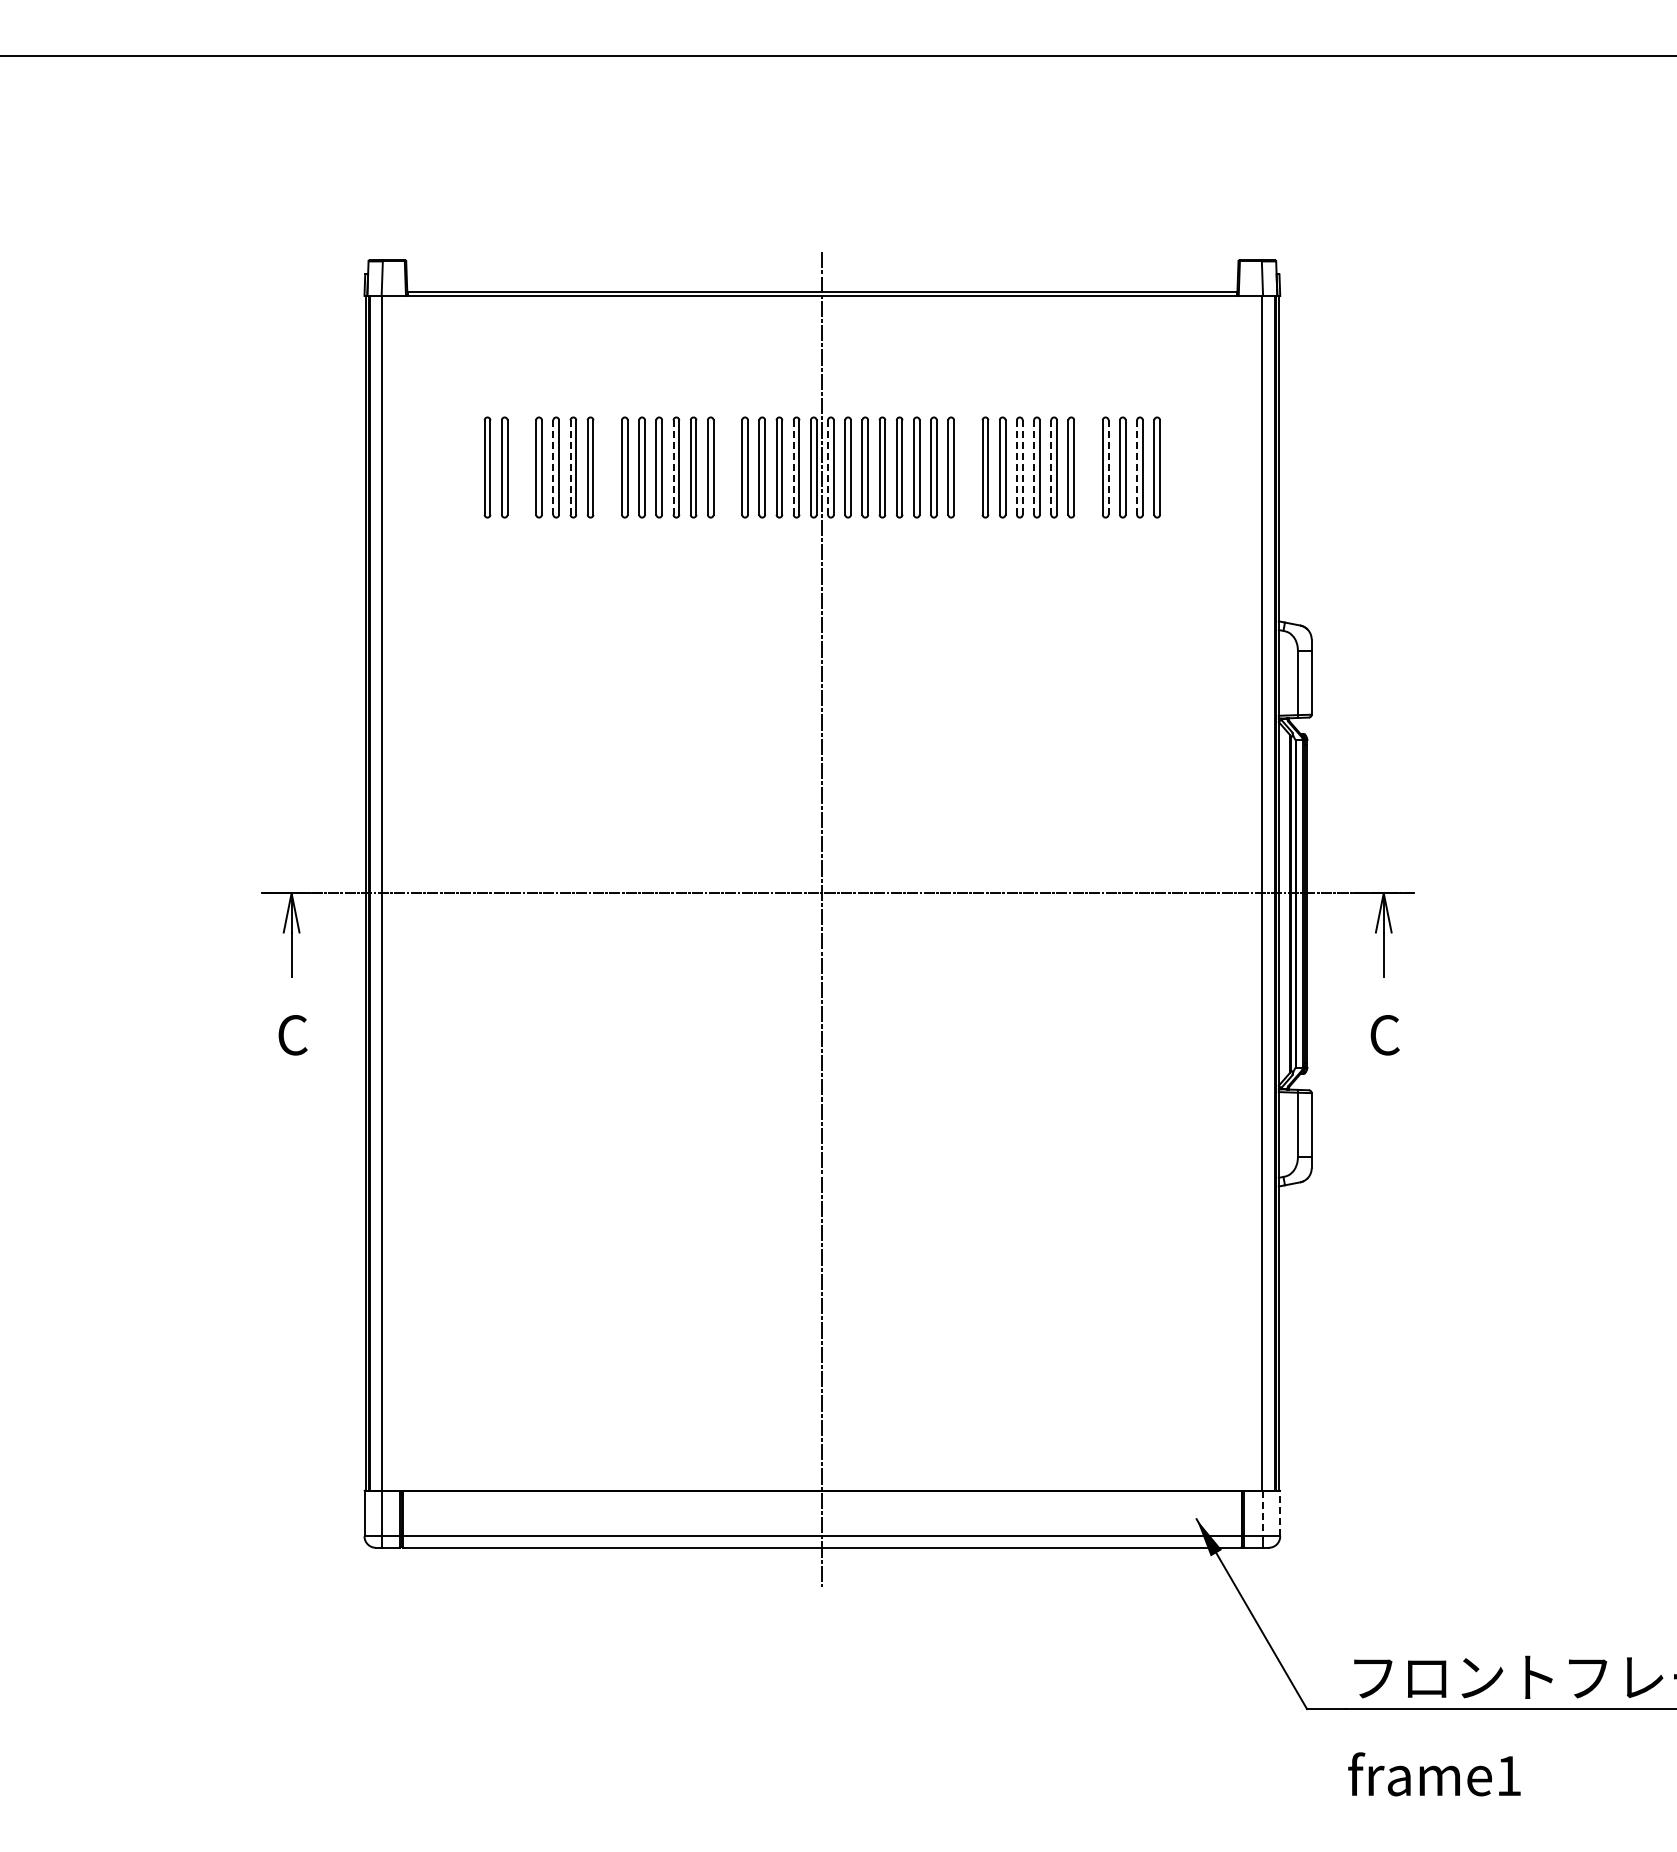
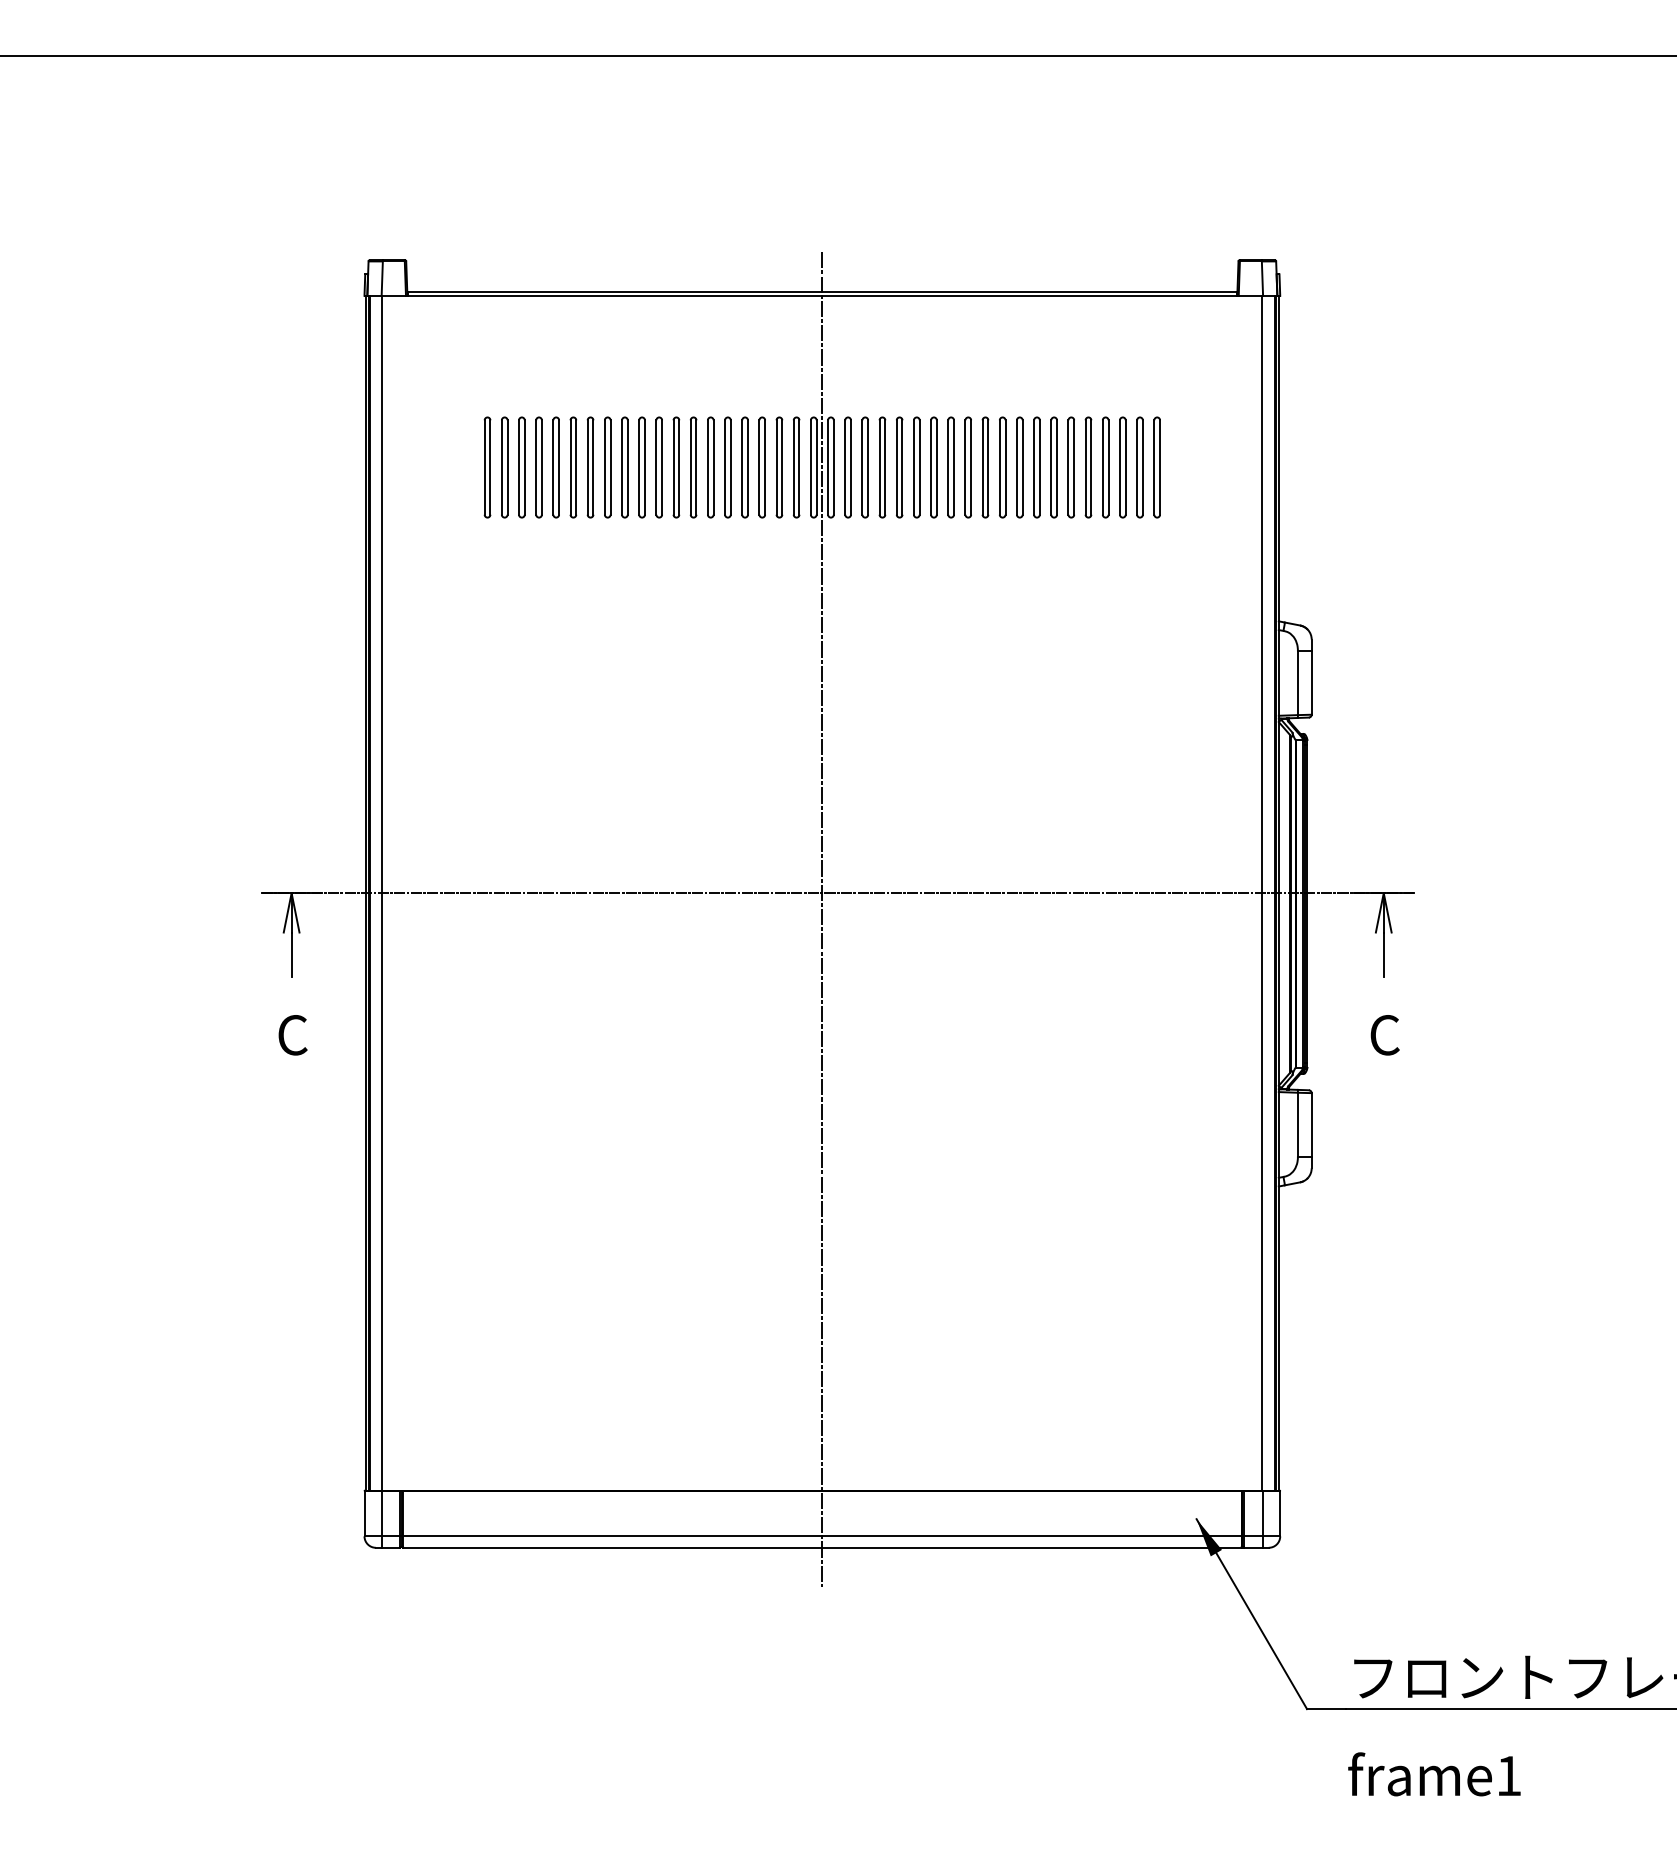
part at (521, 467): none -> present
line at (553, 467): dashed -> solid
line at (570, 467): dashed -> solid
part at (607, 467): none -> present
line at (673, 467): dashed -> solid
part at (727, 467): none -> present
line at (793, 467): dashed -> solid
line at (828, 467): dashed -> solid
part at (967, 467): none -> present
line at (1016, 467): dashed -> solid
line at (1034, 467): dashed -> solid
line at (1051, 467): dashed -> solid
part at (1088, 467): none -> present
line at (1137, 467): dashed -> solid
line at (1022, 468): dashed -> solid
line at (1108, 468): dashed -> solid
line at (1263, 1513): dashed -> solid
line at (1280, 1513): dashed -> solid
